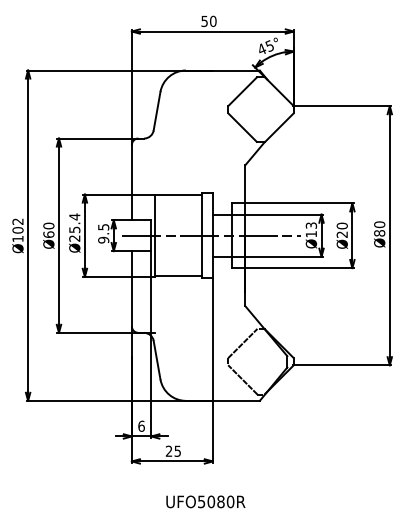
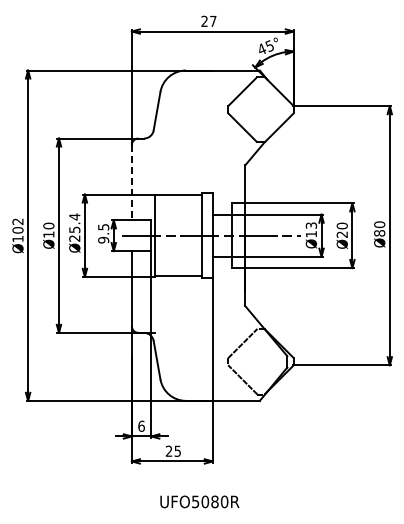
text at (208, 21): 50 -> 27
line at (131, 182): solid -> dashed
text at (48, 234): Ø60 -> Ø10
text at (205, 501) position: (205, 501) -> (199, 501)
